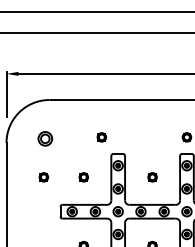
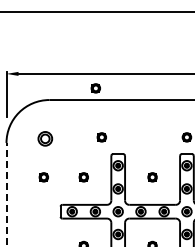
line at (96, 33): present -> none
part at (95, 88): none -> present
line at (6, 194): solid -> dashed
